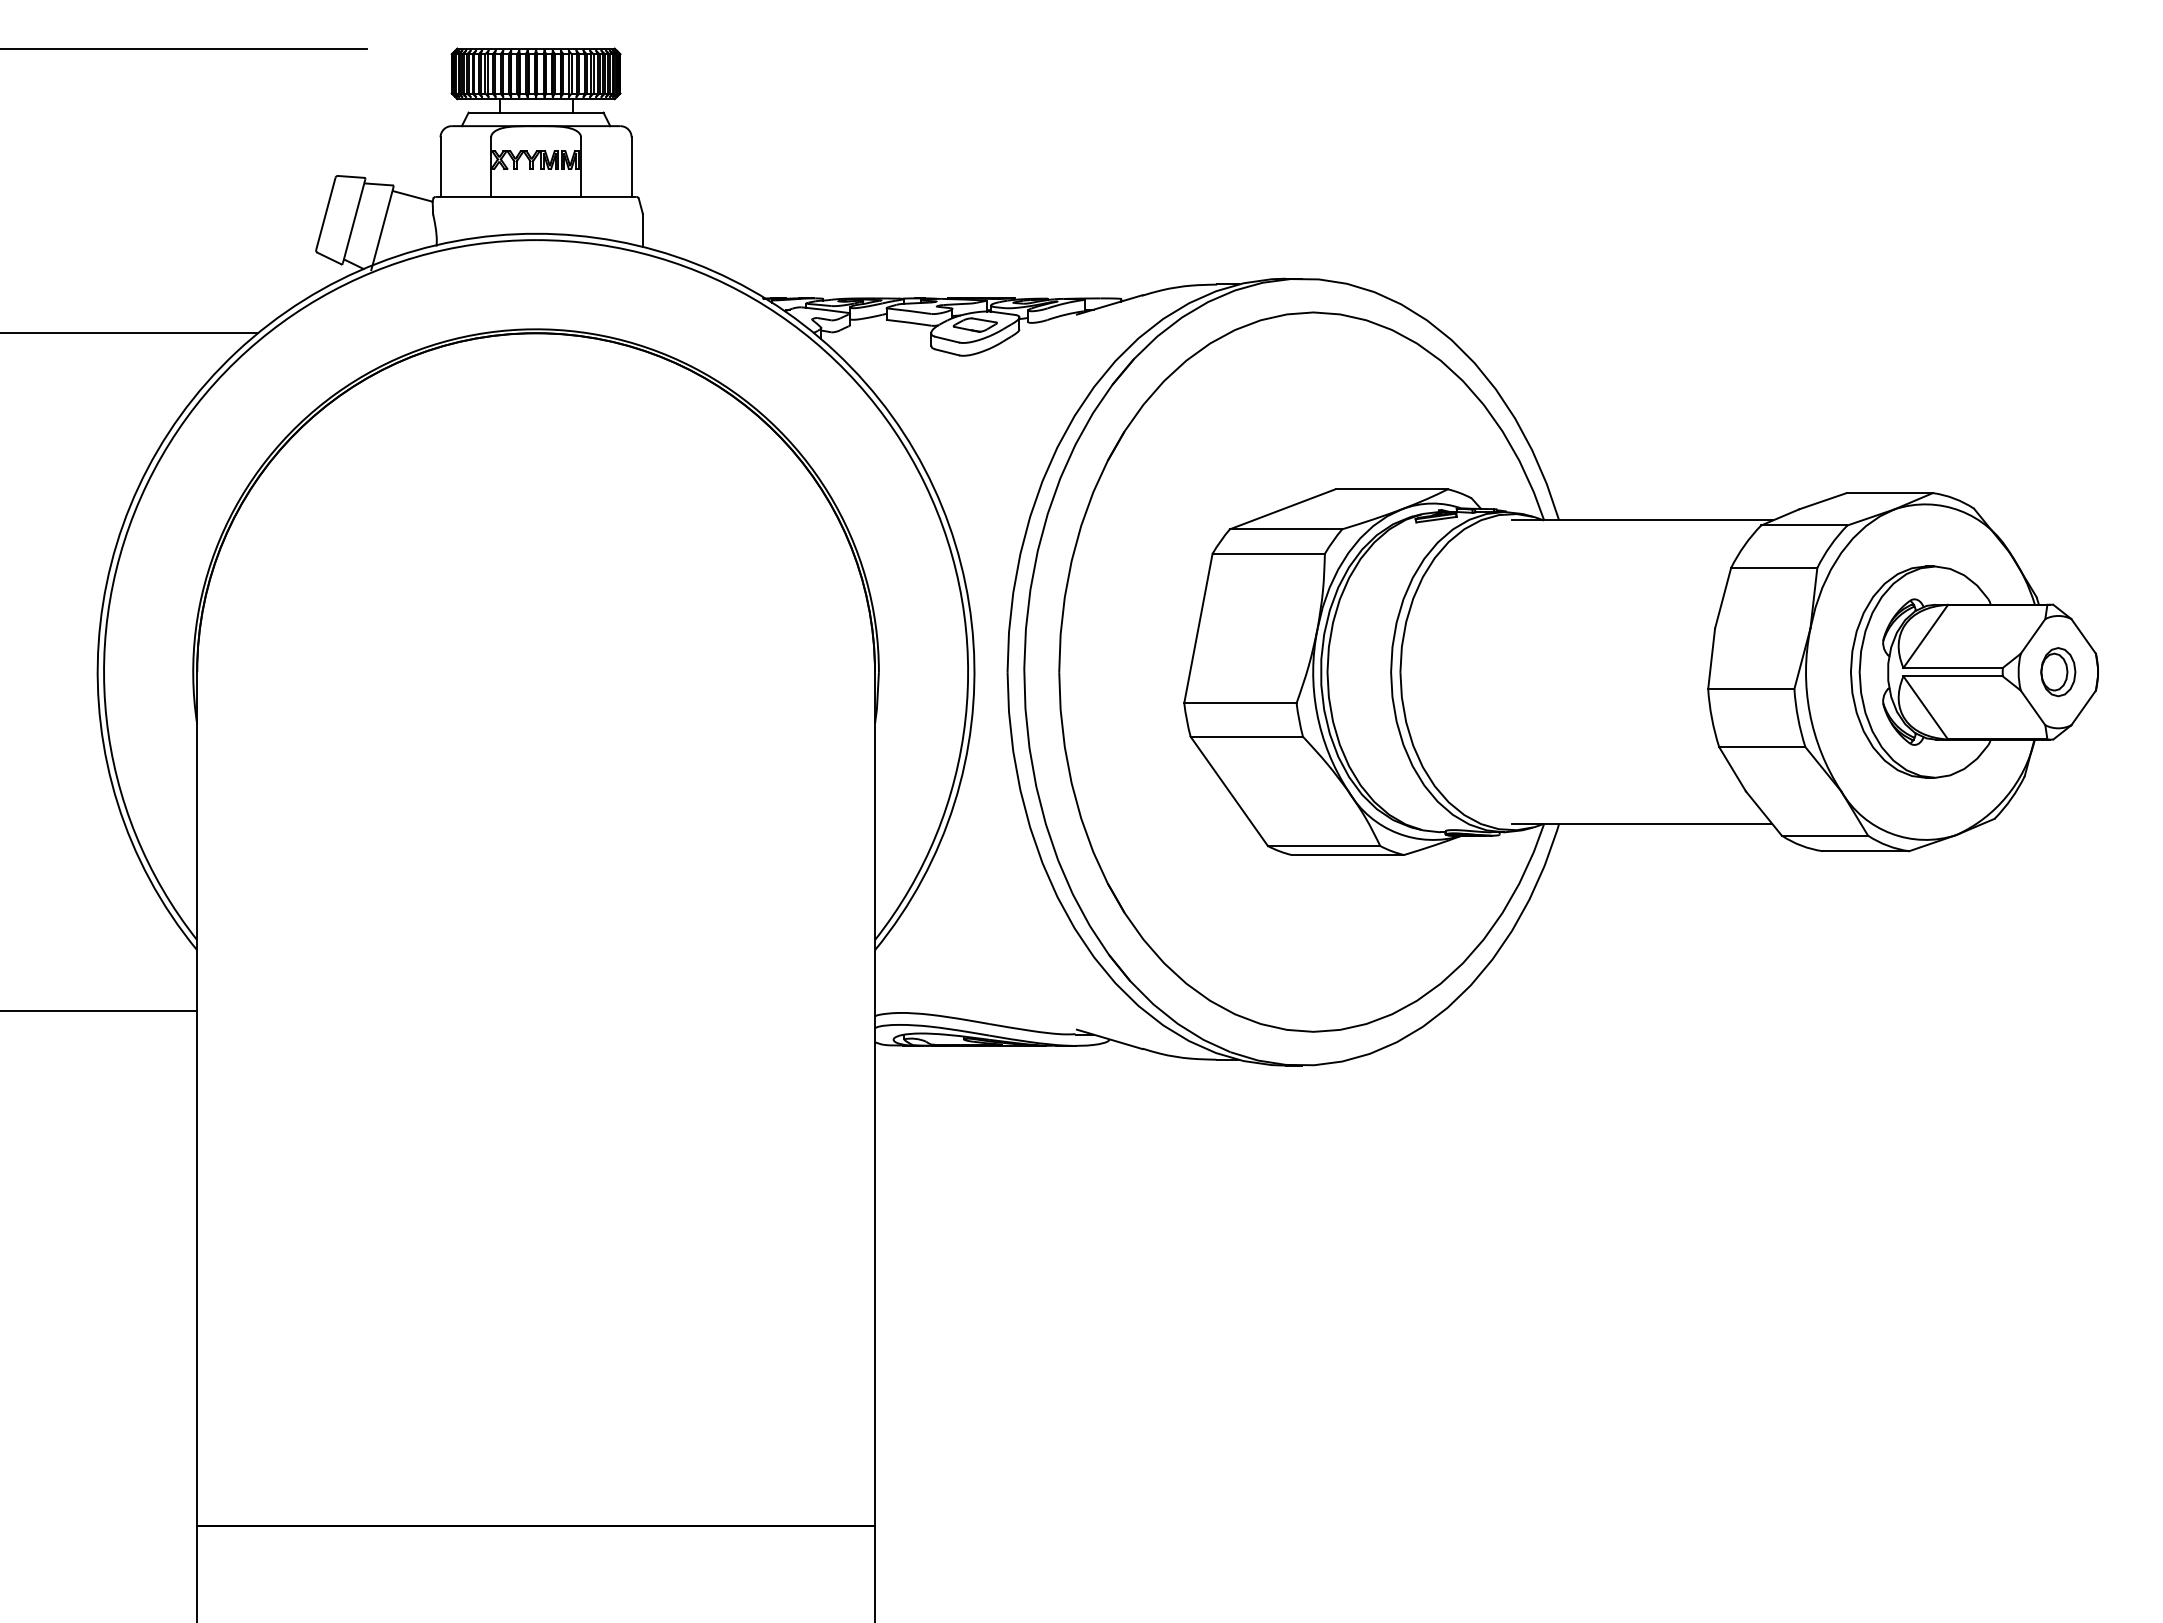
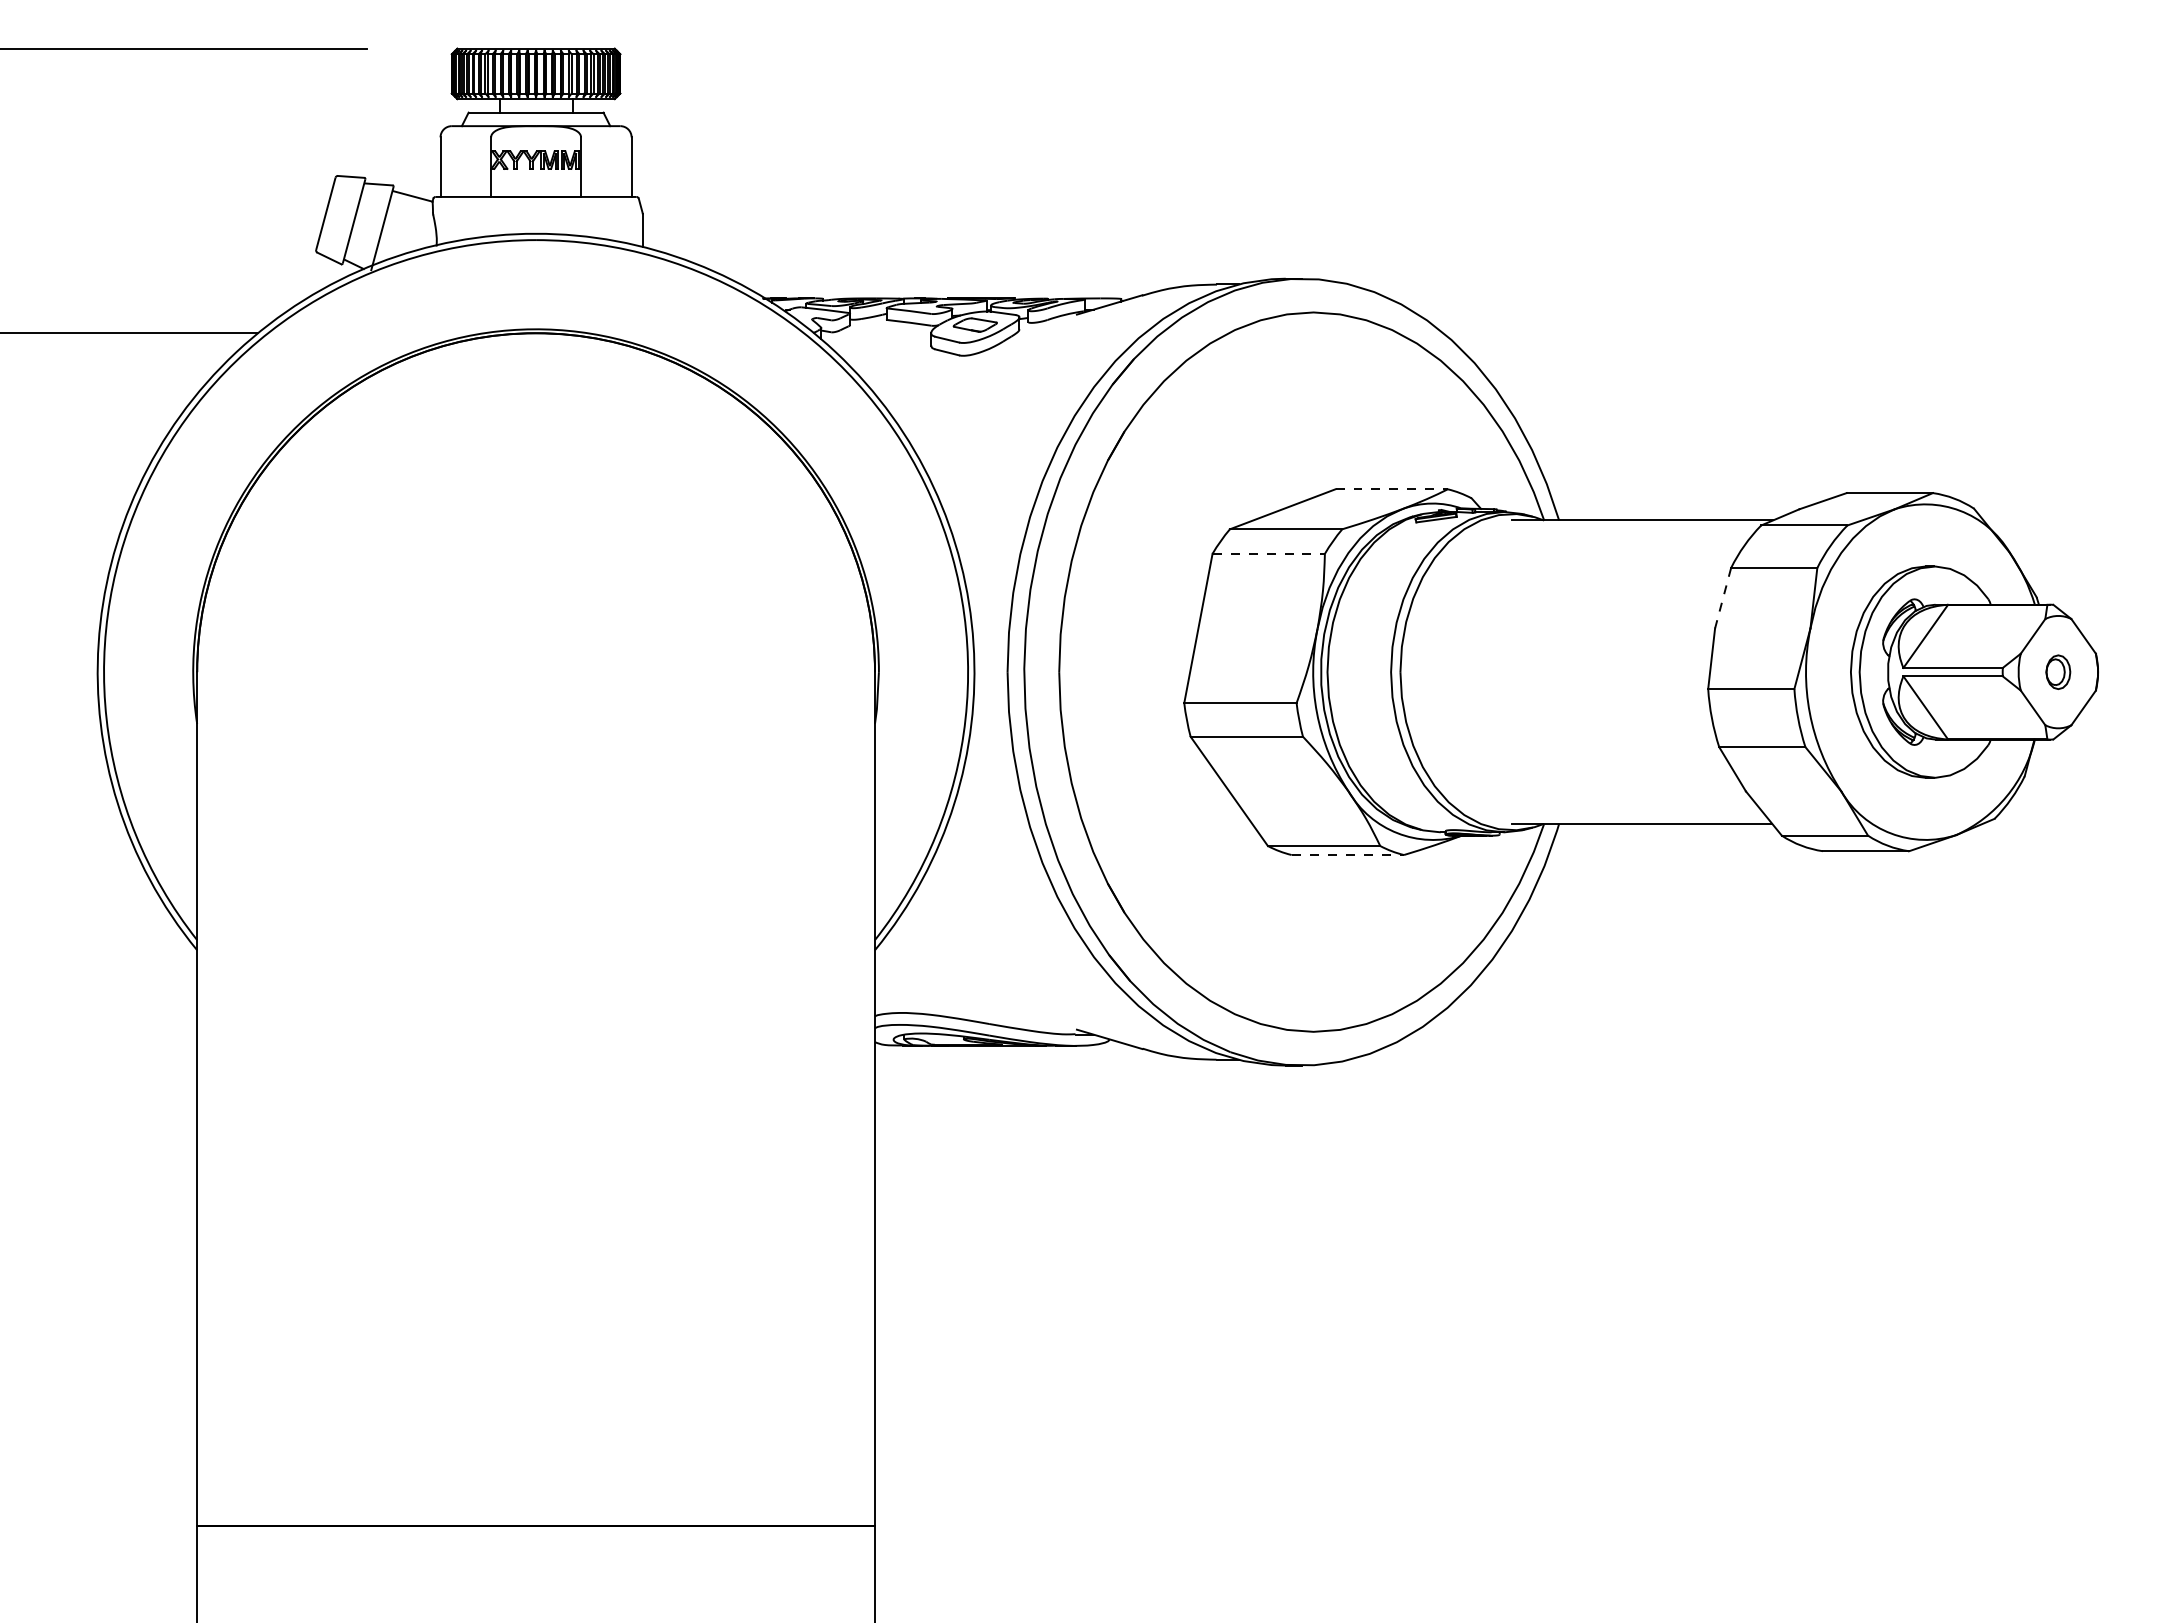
line at (1392, 489): solid -> dashed
line at (1269, 553): solid -> dashed
line at (1722, 598): solid -> dashed
part at (2058, 672) size: 37x51 px -> 27x36 px
line at (1348, 855): solid -> dashed
line at (99, 1011): present -> none
